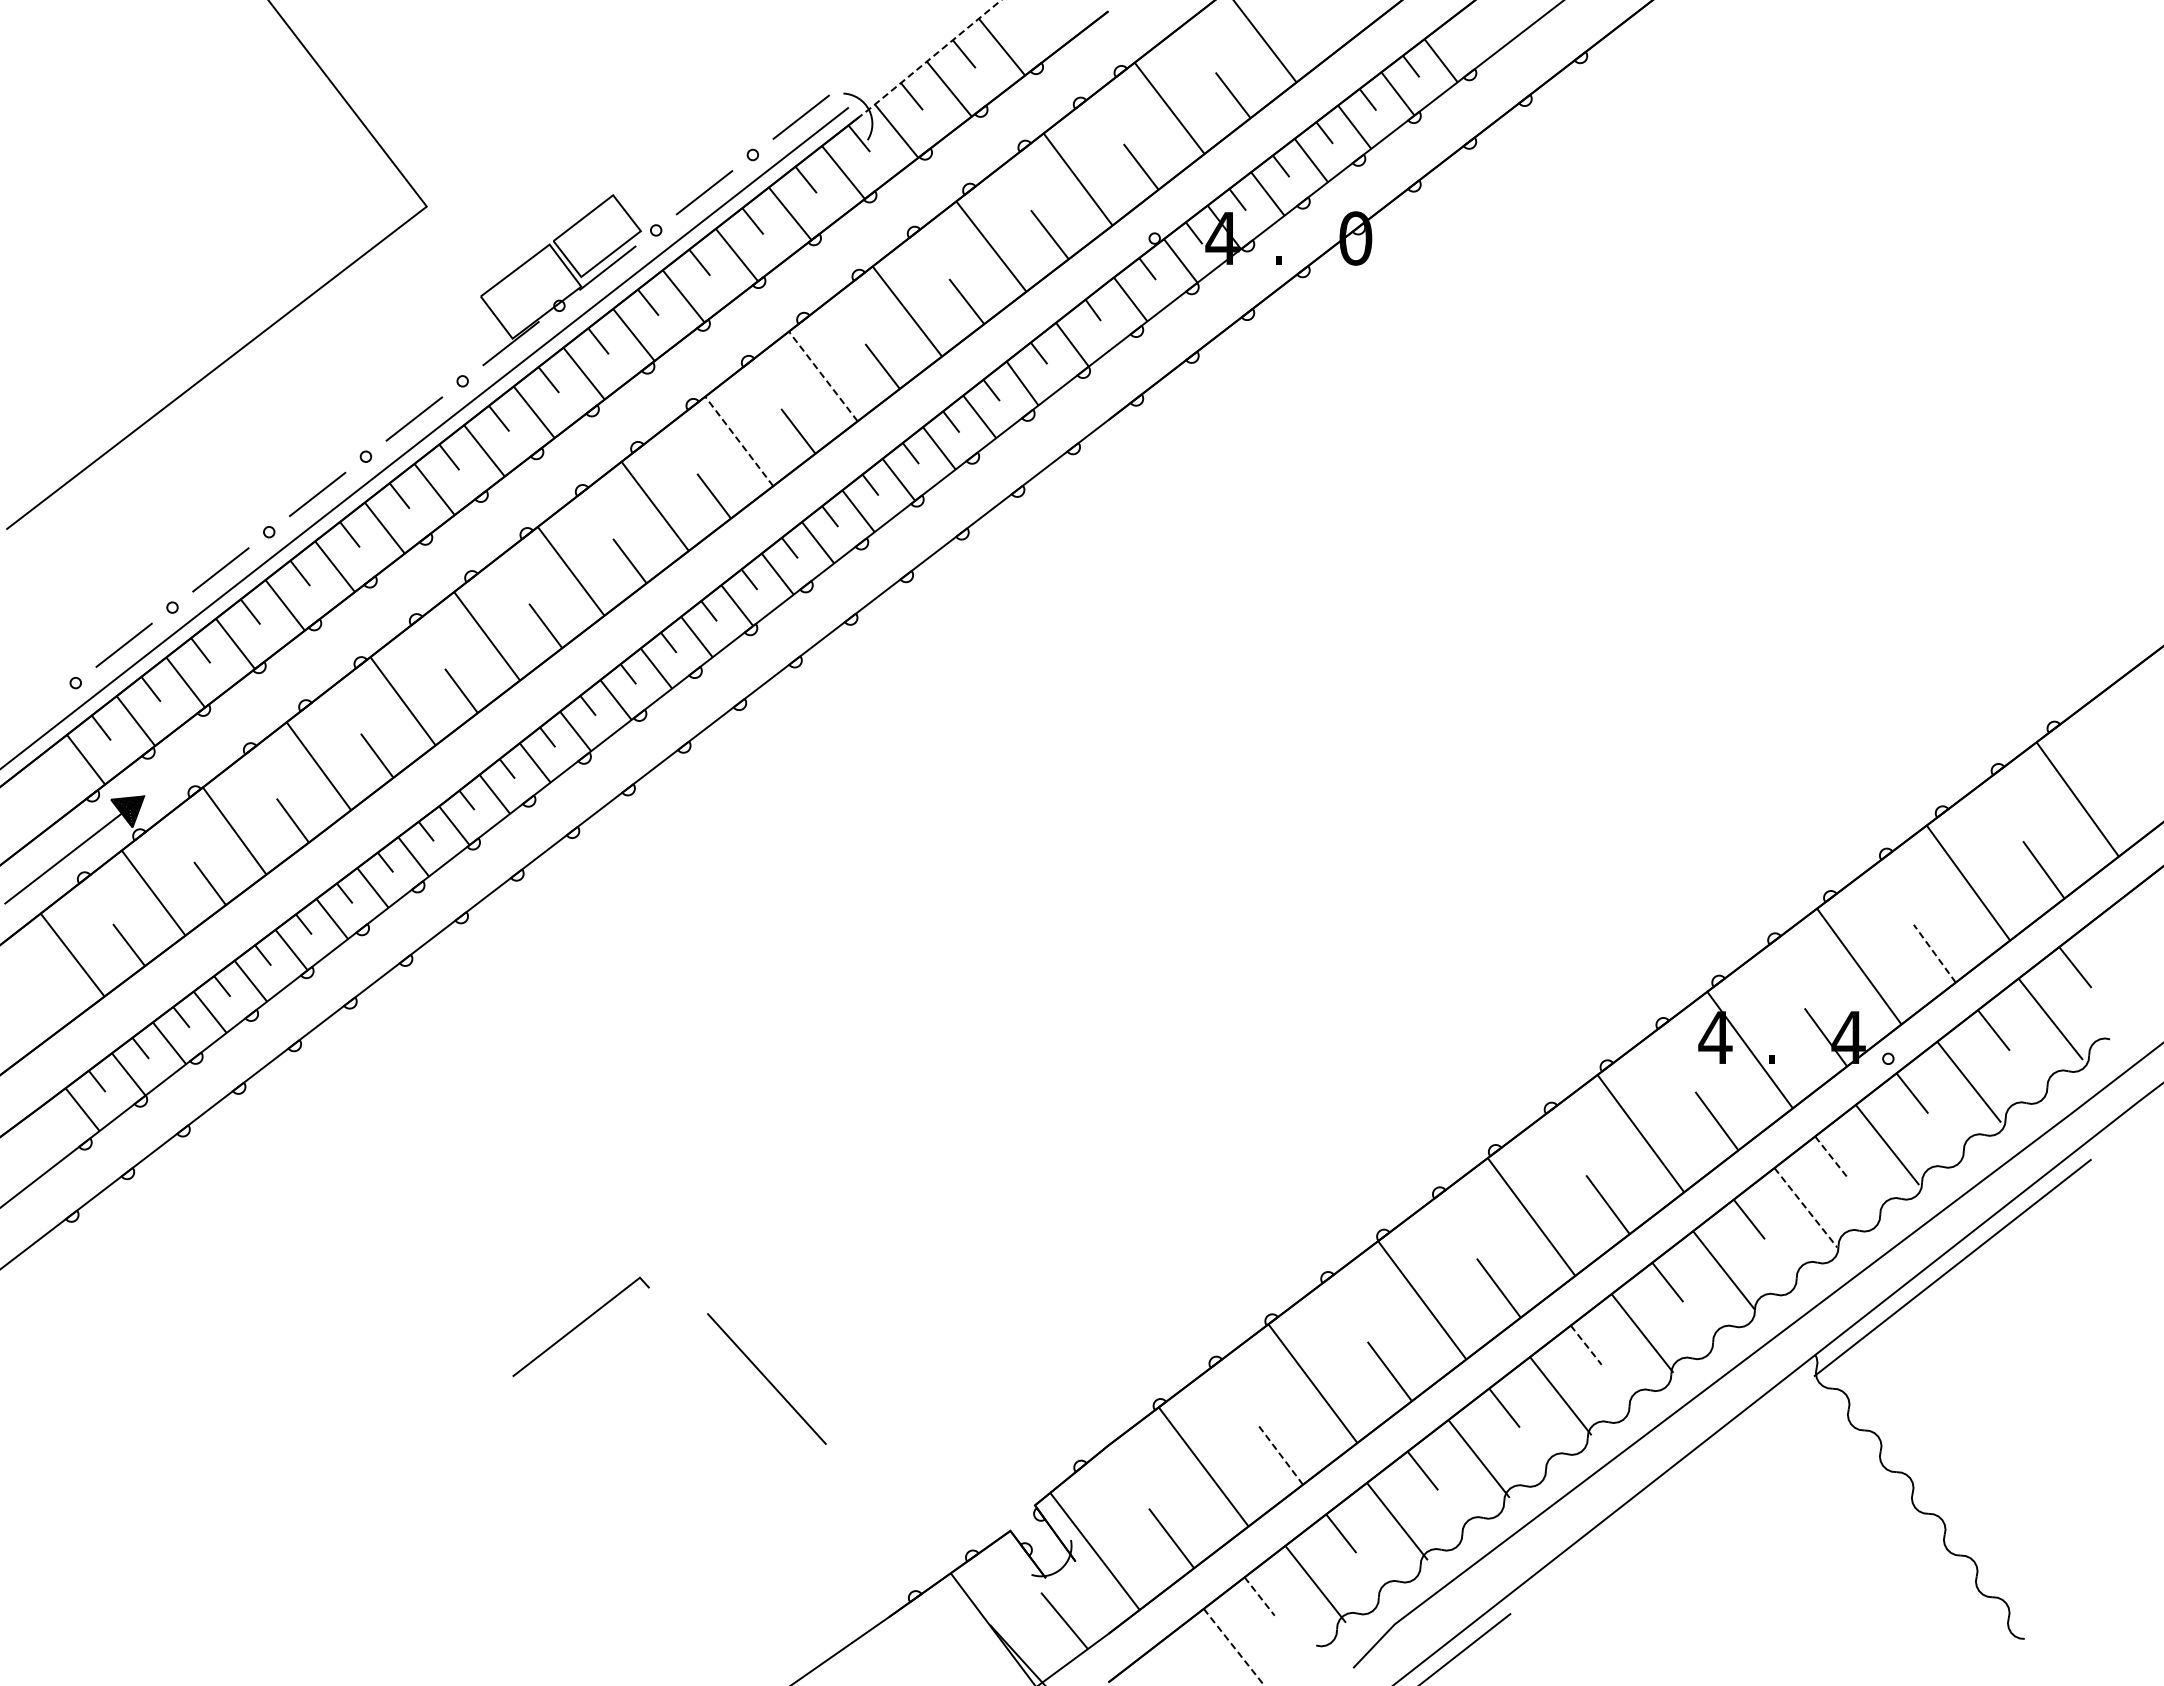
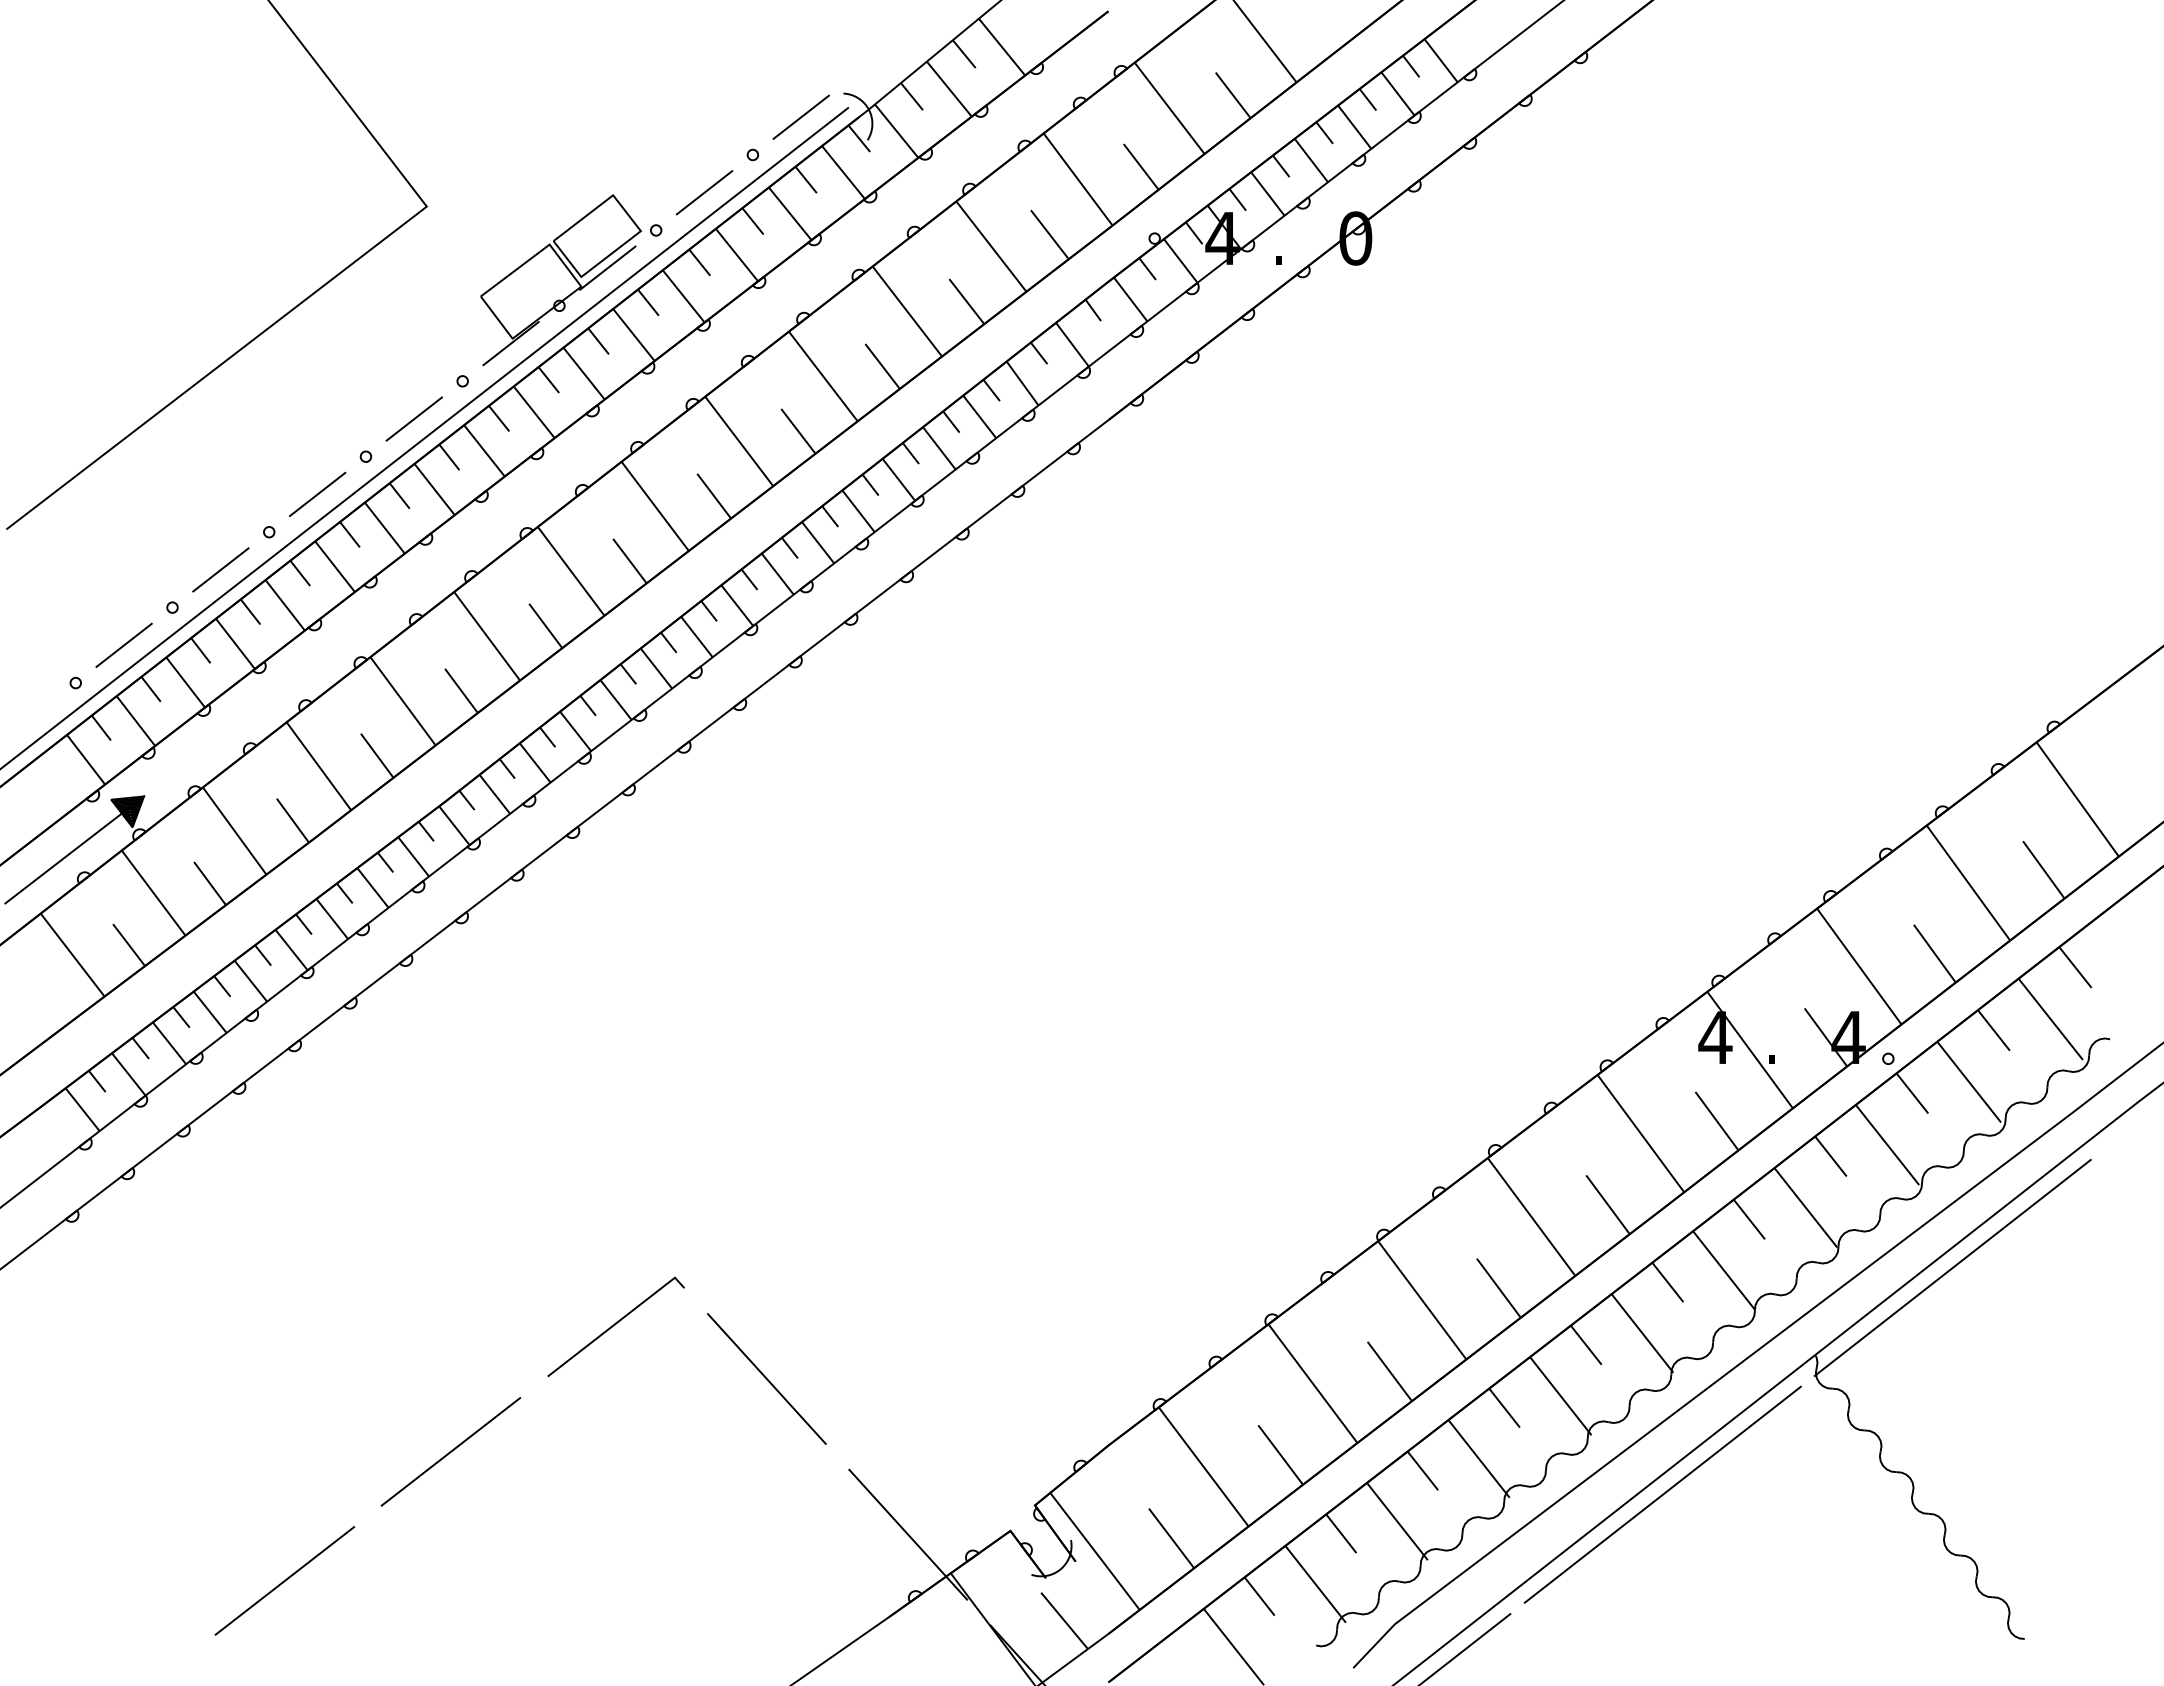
line at (929, 59): dashed -> solid
line at (823, 376): dashed -> solid
line at (738, 441): dashed -> solid
line at (1934, 953): dashed -> solid
line at (1831, 1156): dashed -> solid
line at (1805, 1207): dashed -> solid
line at (580, 1325) position: (580, 1325) -> (615, 1325)
line at (1586, 1345): dashed -> solid
line at (450, 1451): none -> present
line at (1280, 1454): dashed -> solid
line at (1662, 1494): none -> present
line at (908, 1534): none -> present
line at (284, 1580): none -> present
line at (1259, 1596): dashed -> solid
line at (1233, 1647): dashed -> solid
